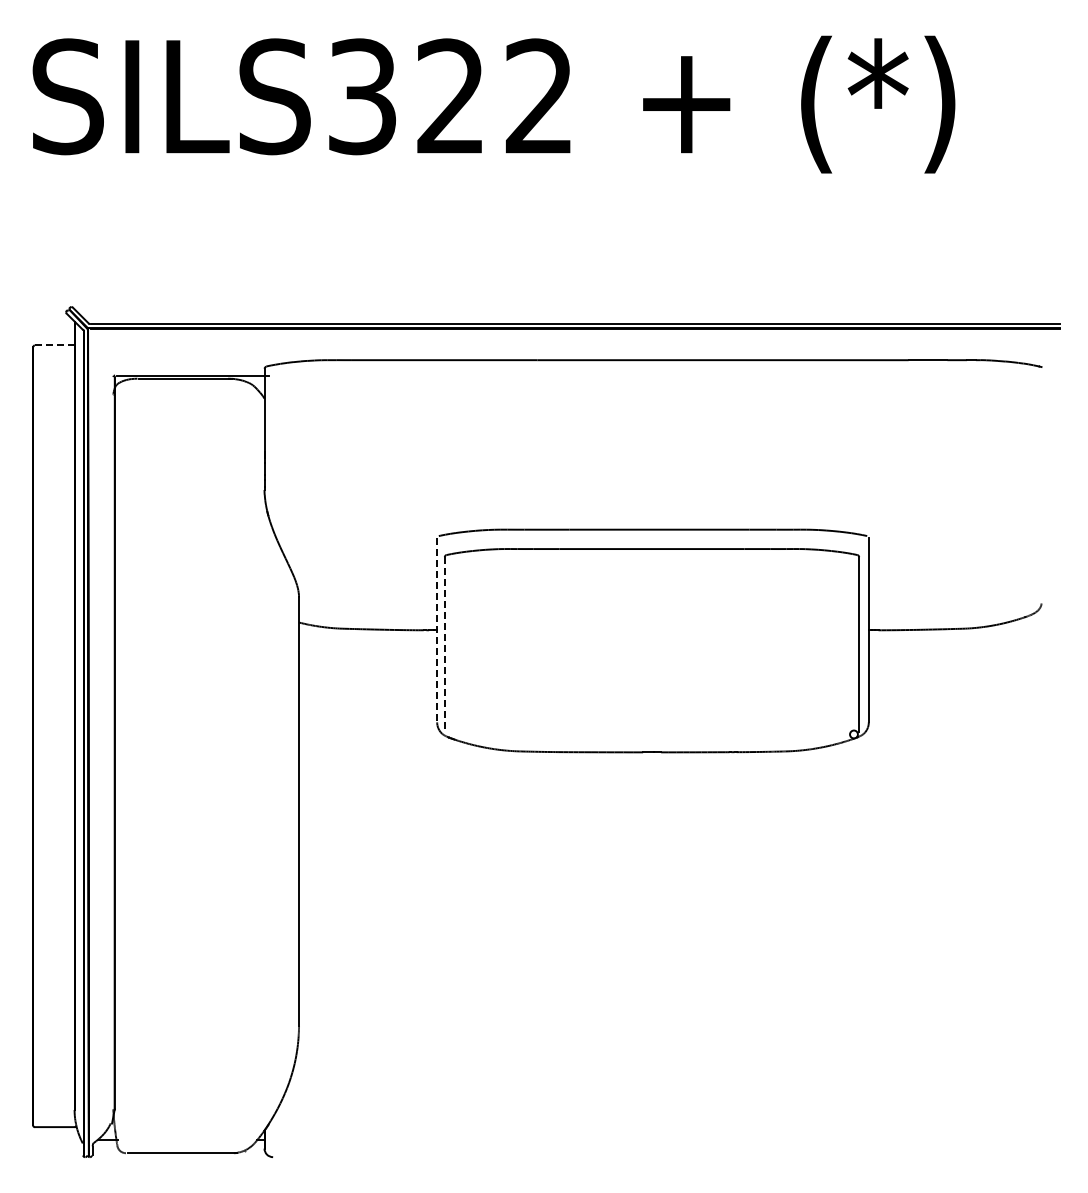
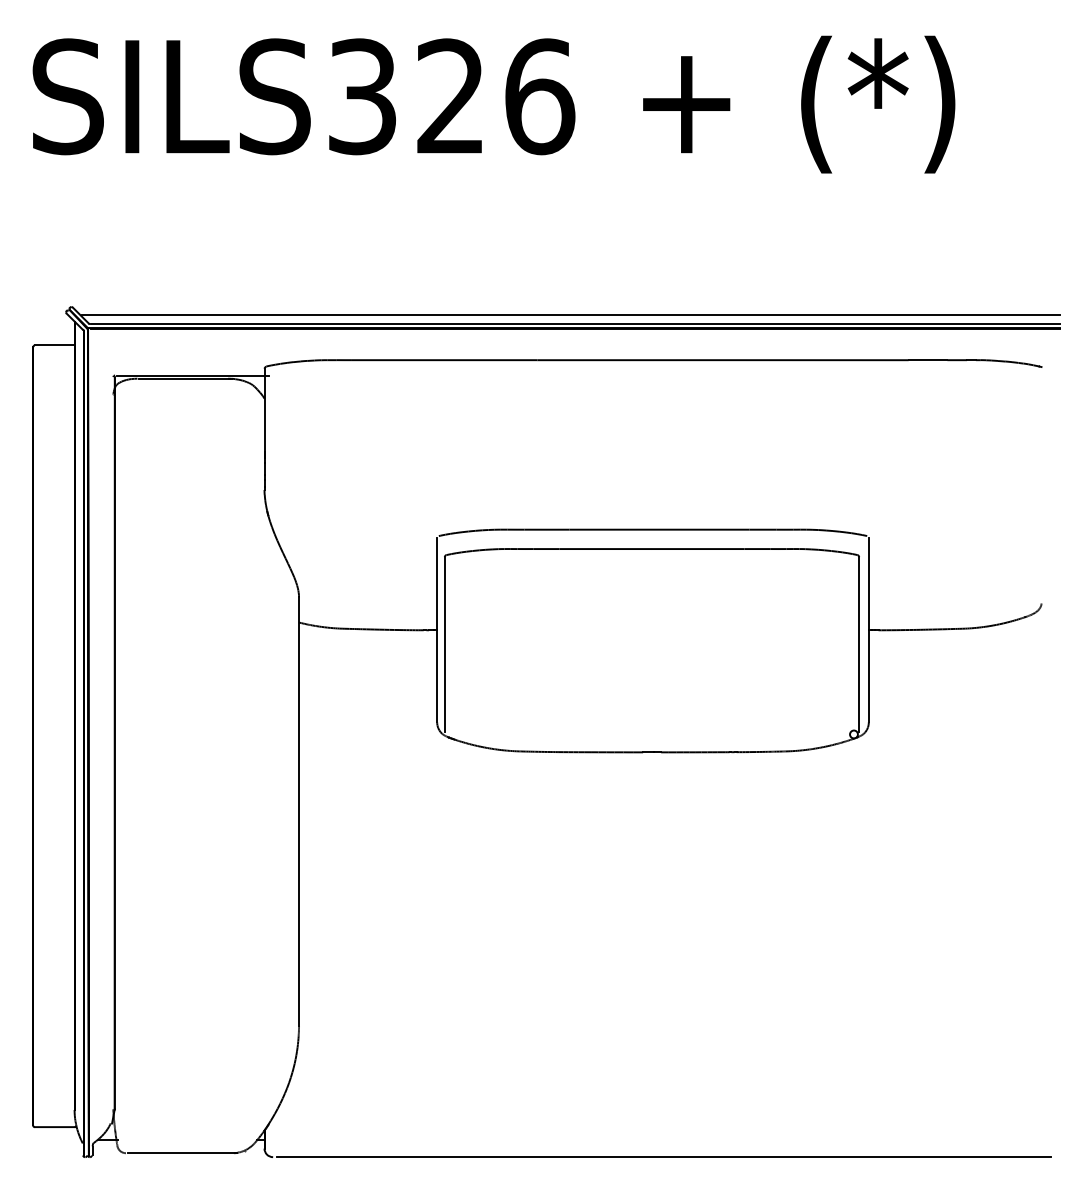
text at (540, 96): SILS322 -> SILS326
line at (570, 315): none -> present
line at (55, 345): dashed -> solid
line at (437, 630): dashed -> solid
line at (444, 644): dashed -> solid
line at (663, 1157): none -> present
